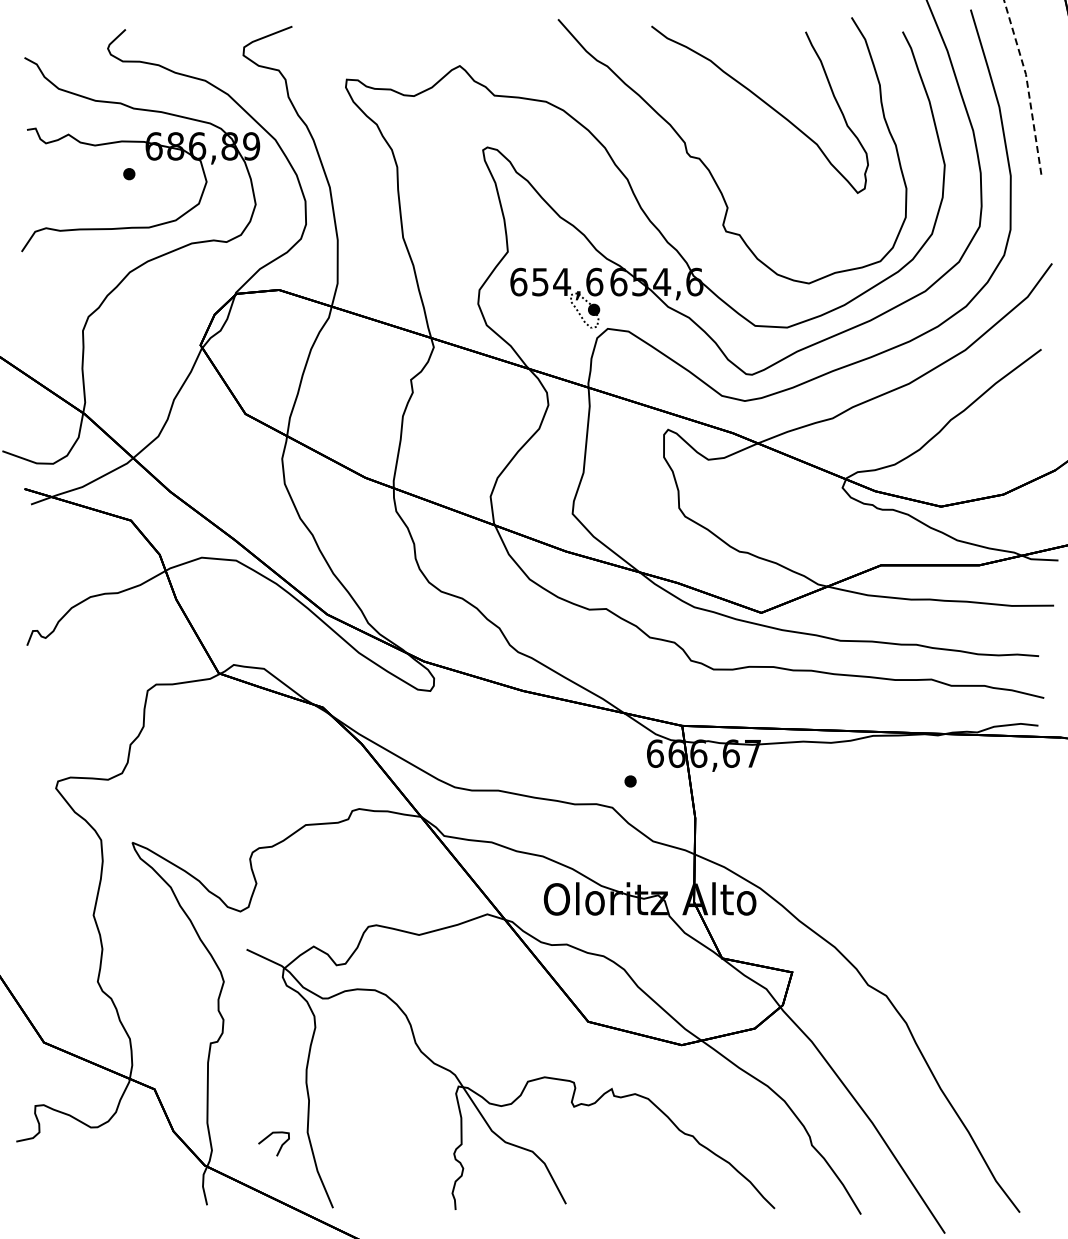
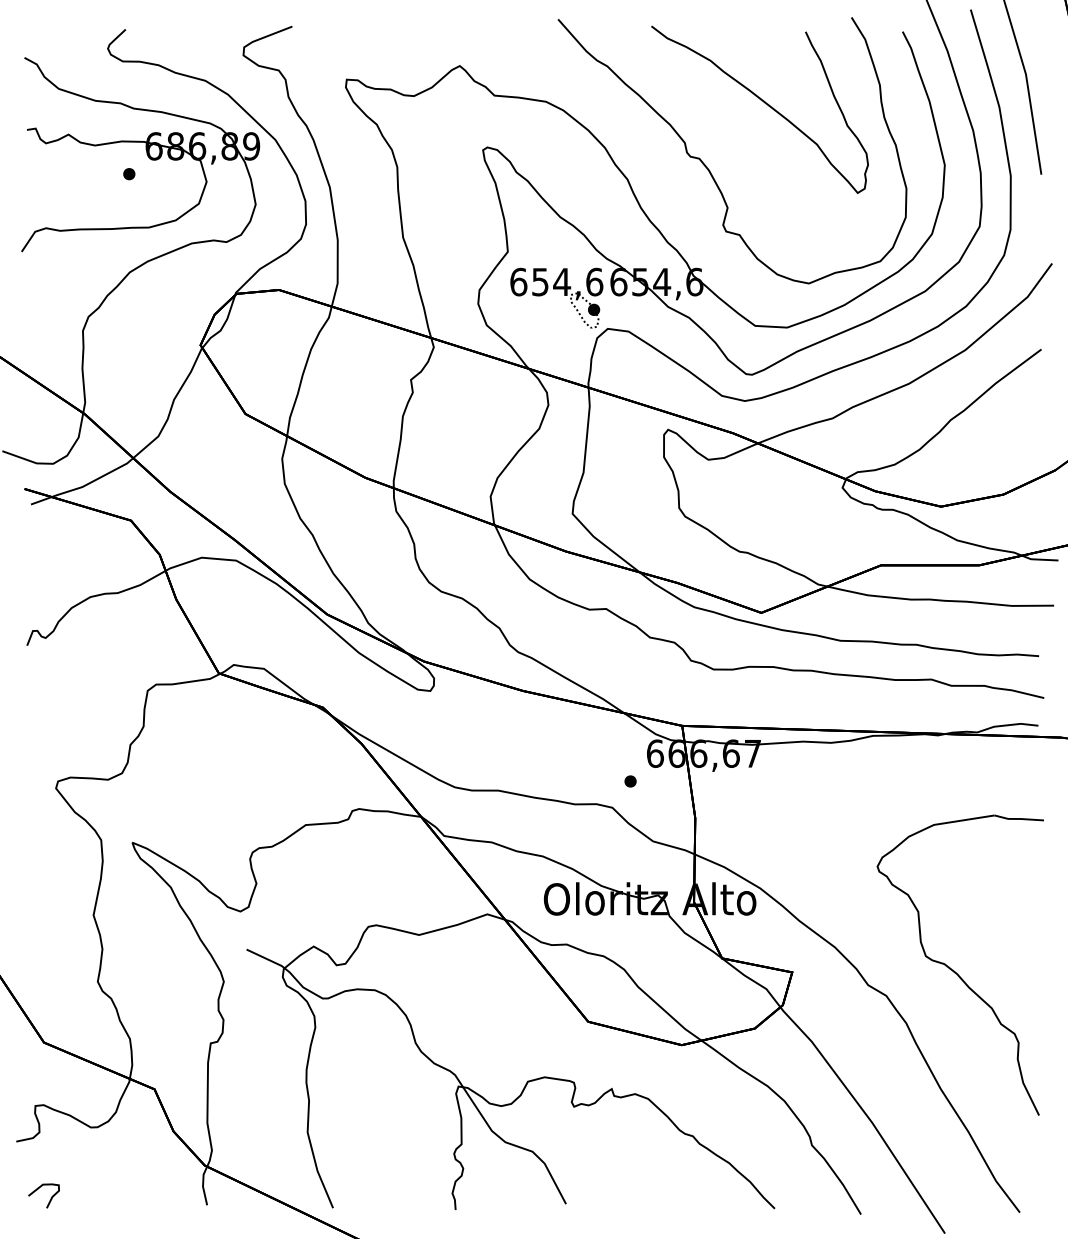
line at (1027, 86): dashed -> solid
part at (954, 970): none -> present
curve at (280, 1146) position: (280, 1146) -> (50, 1198)
